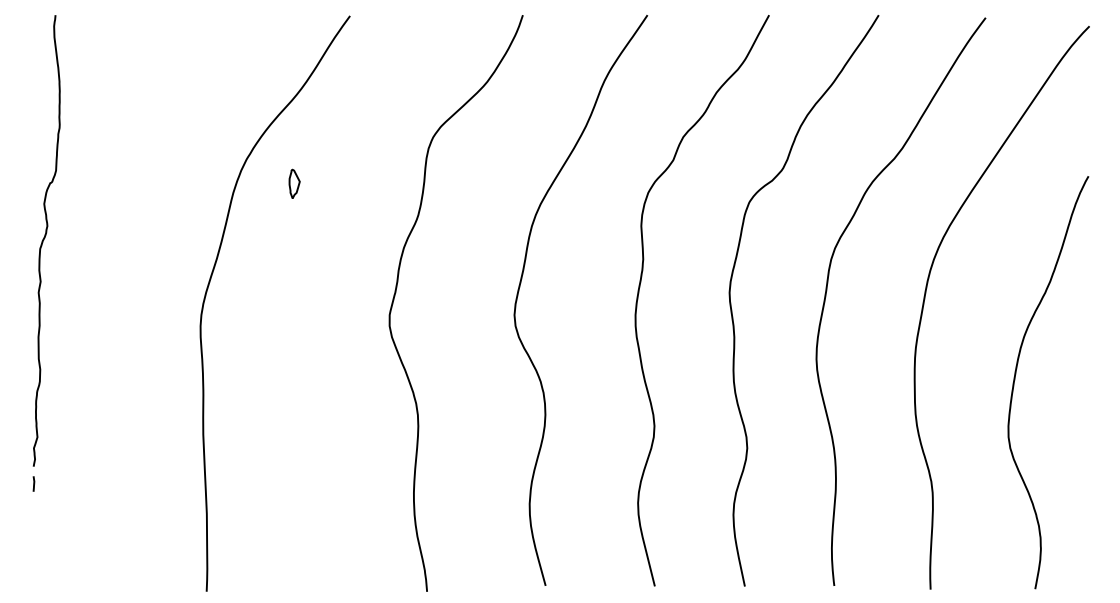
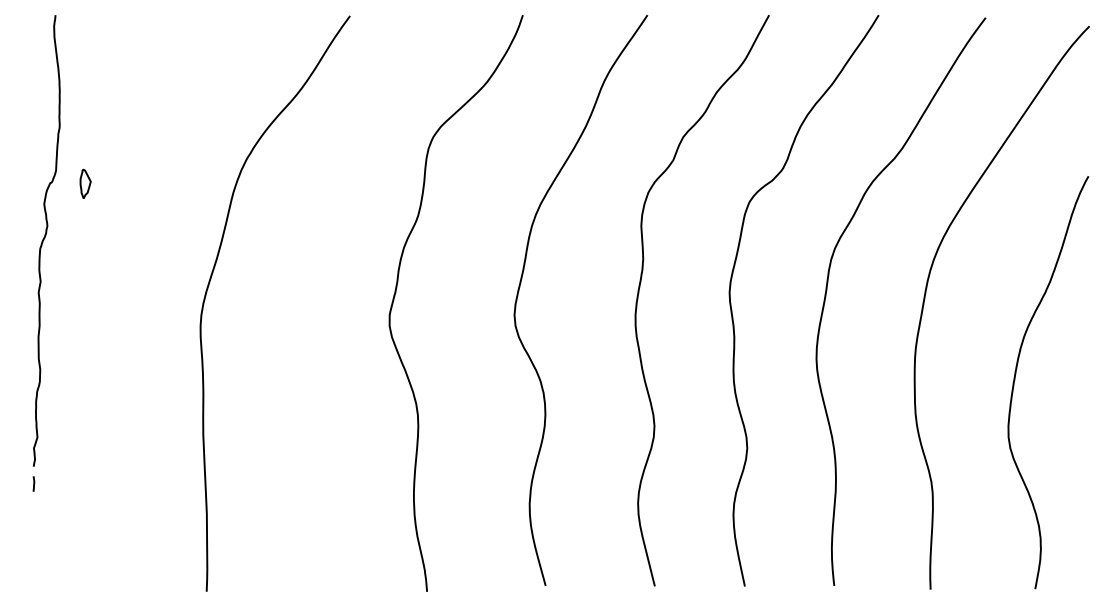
part at (294, 183) position: (294, 183) -> (85, 183)
